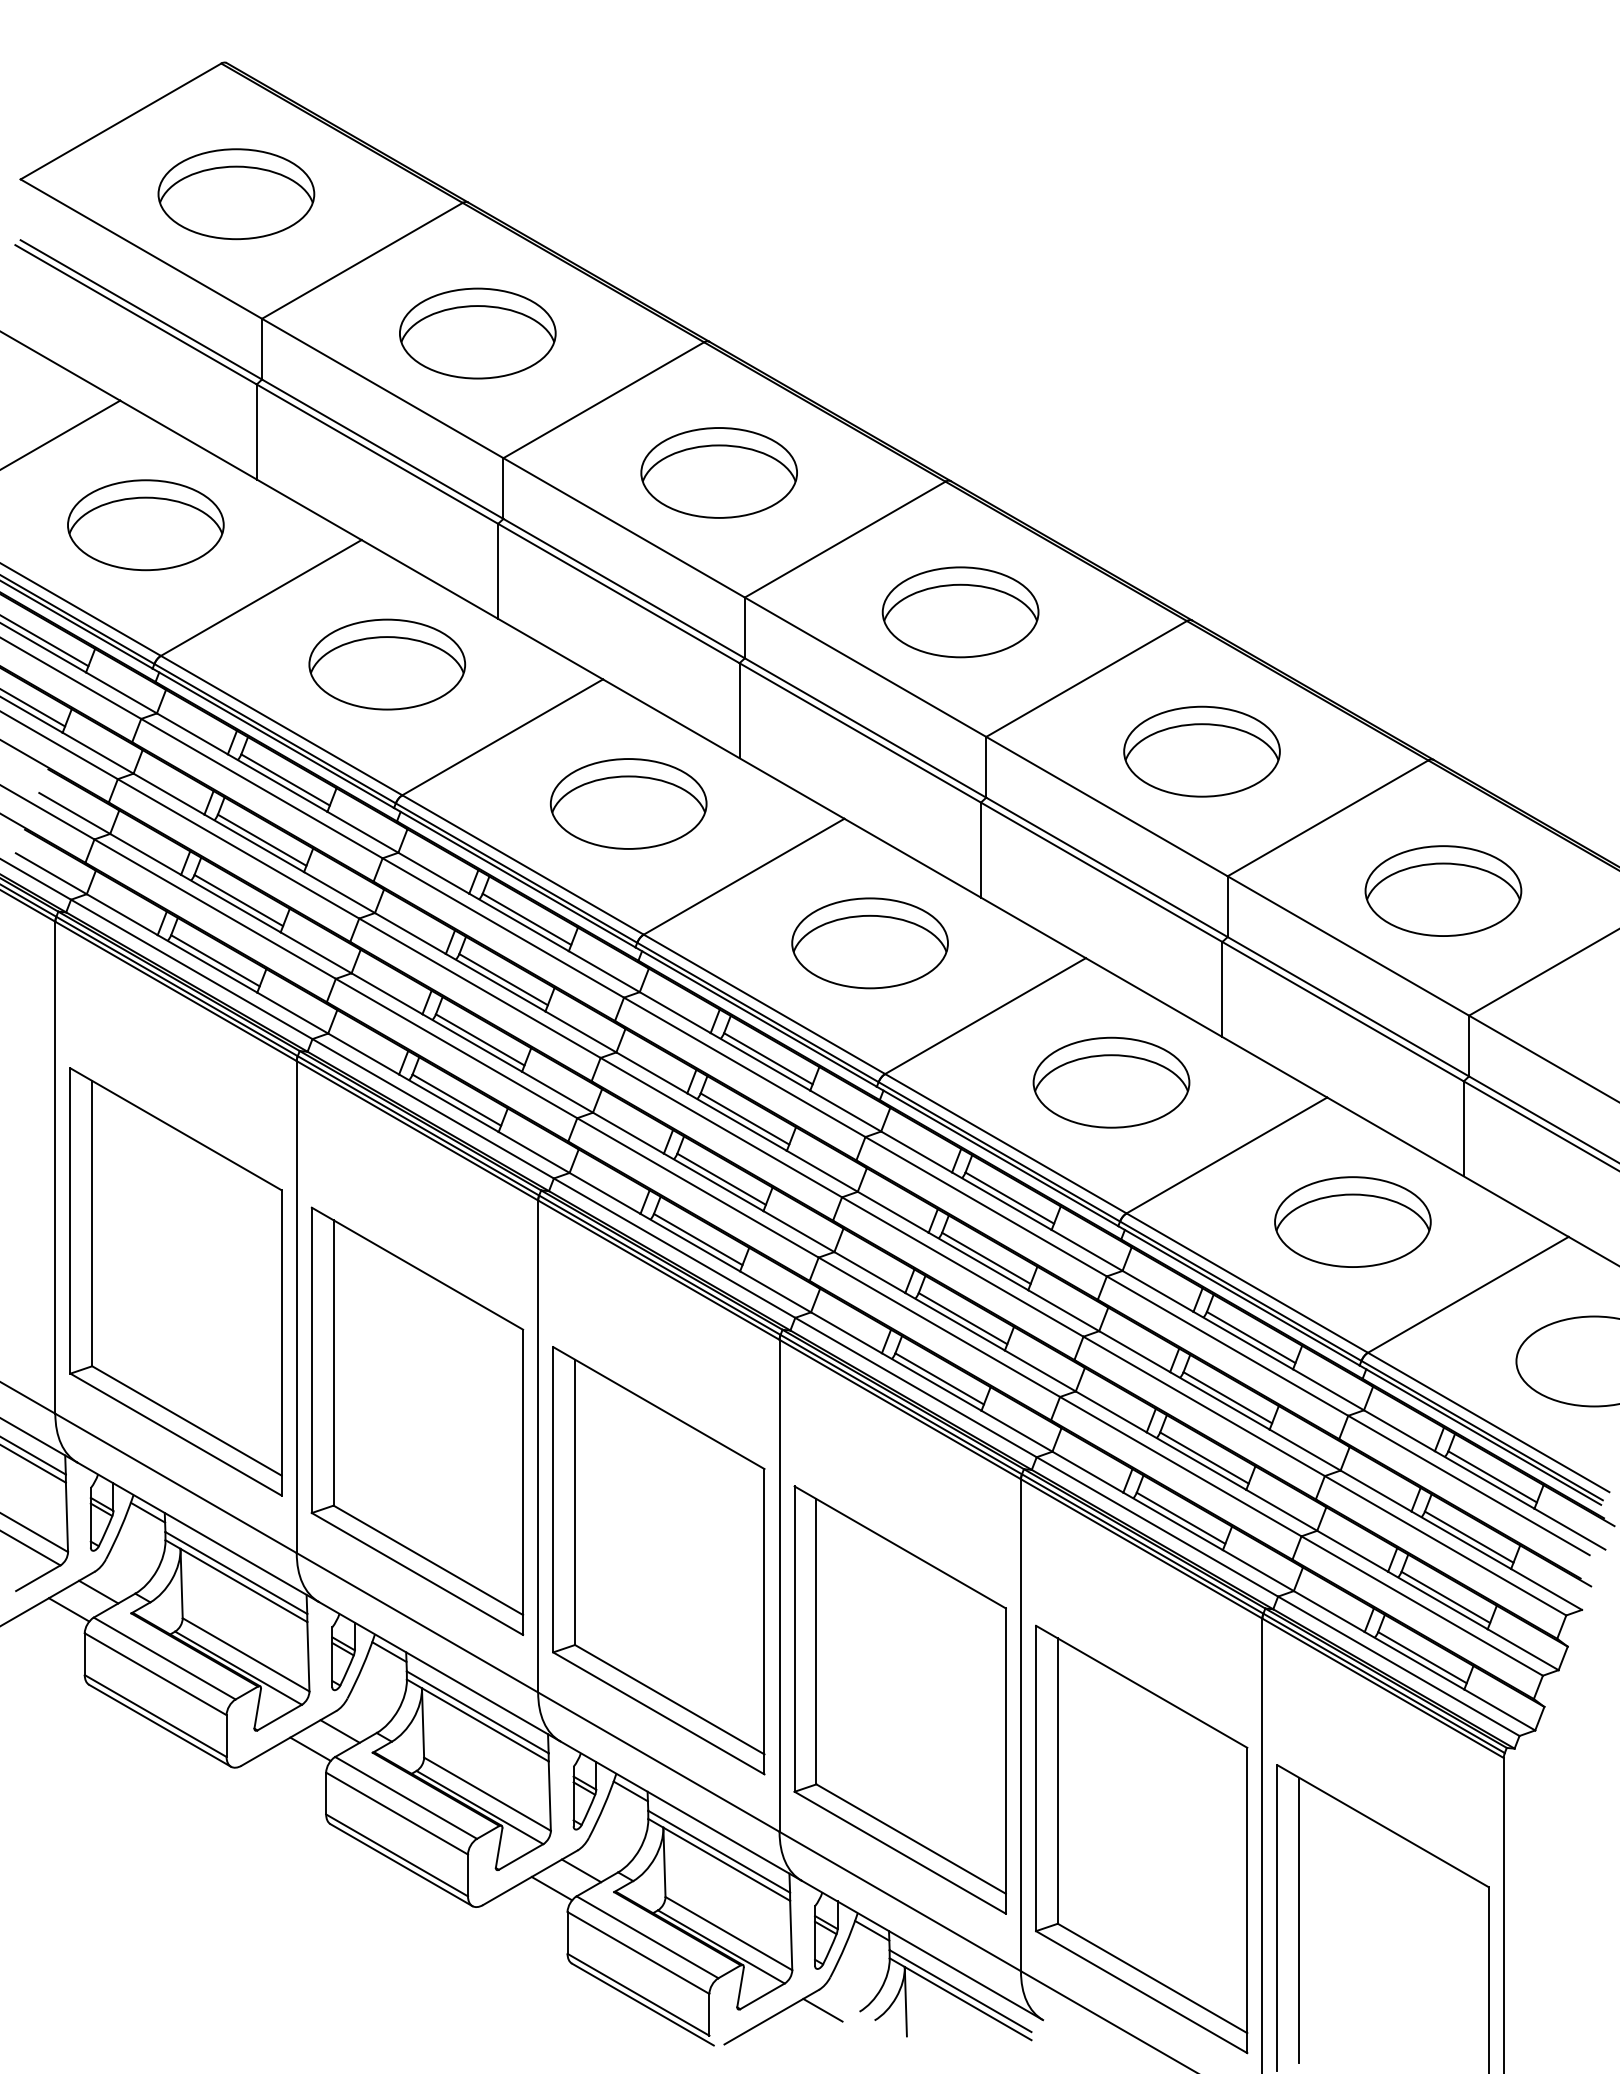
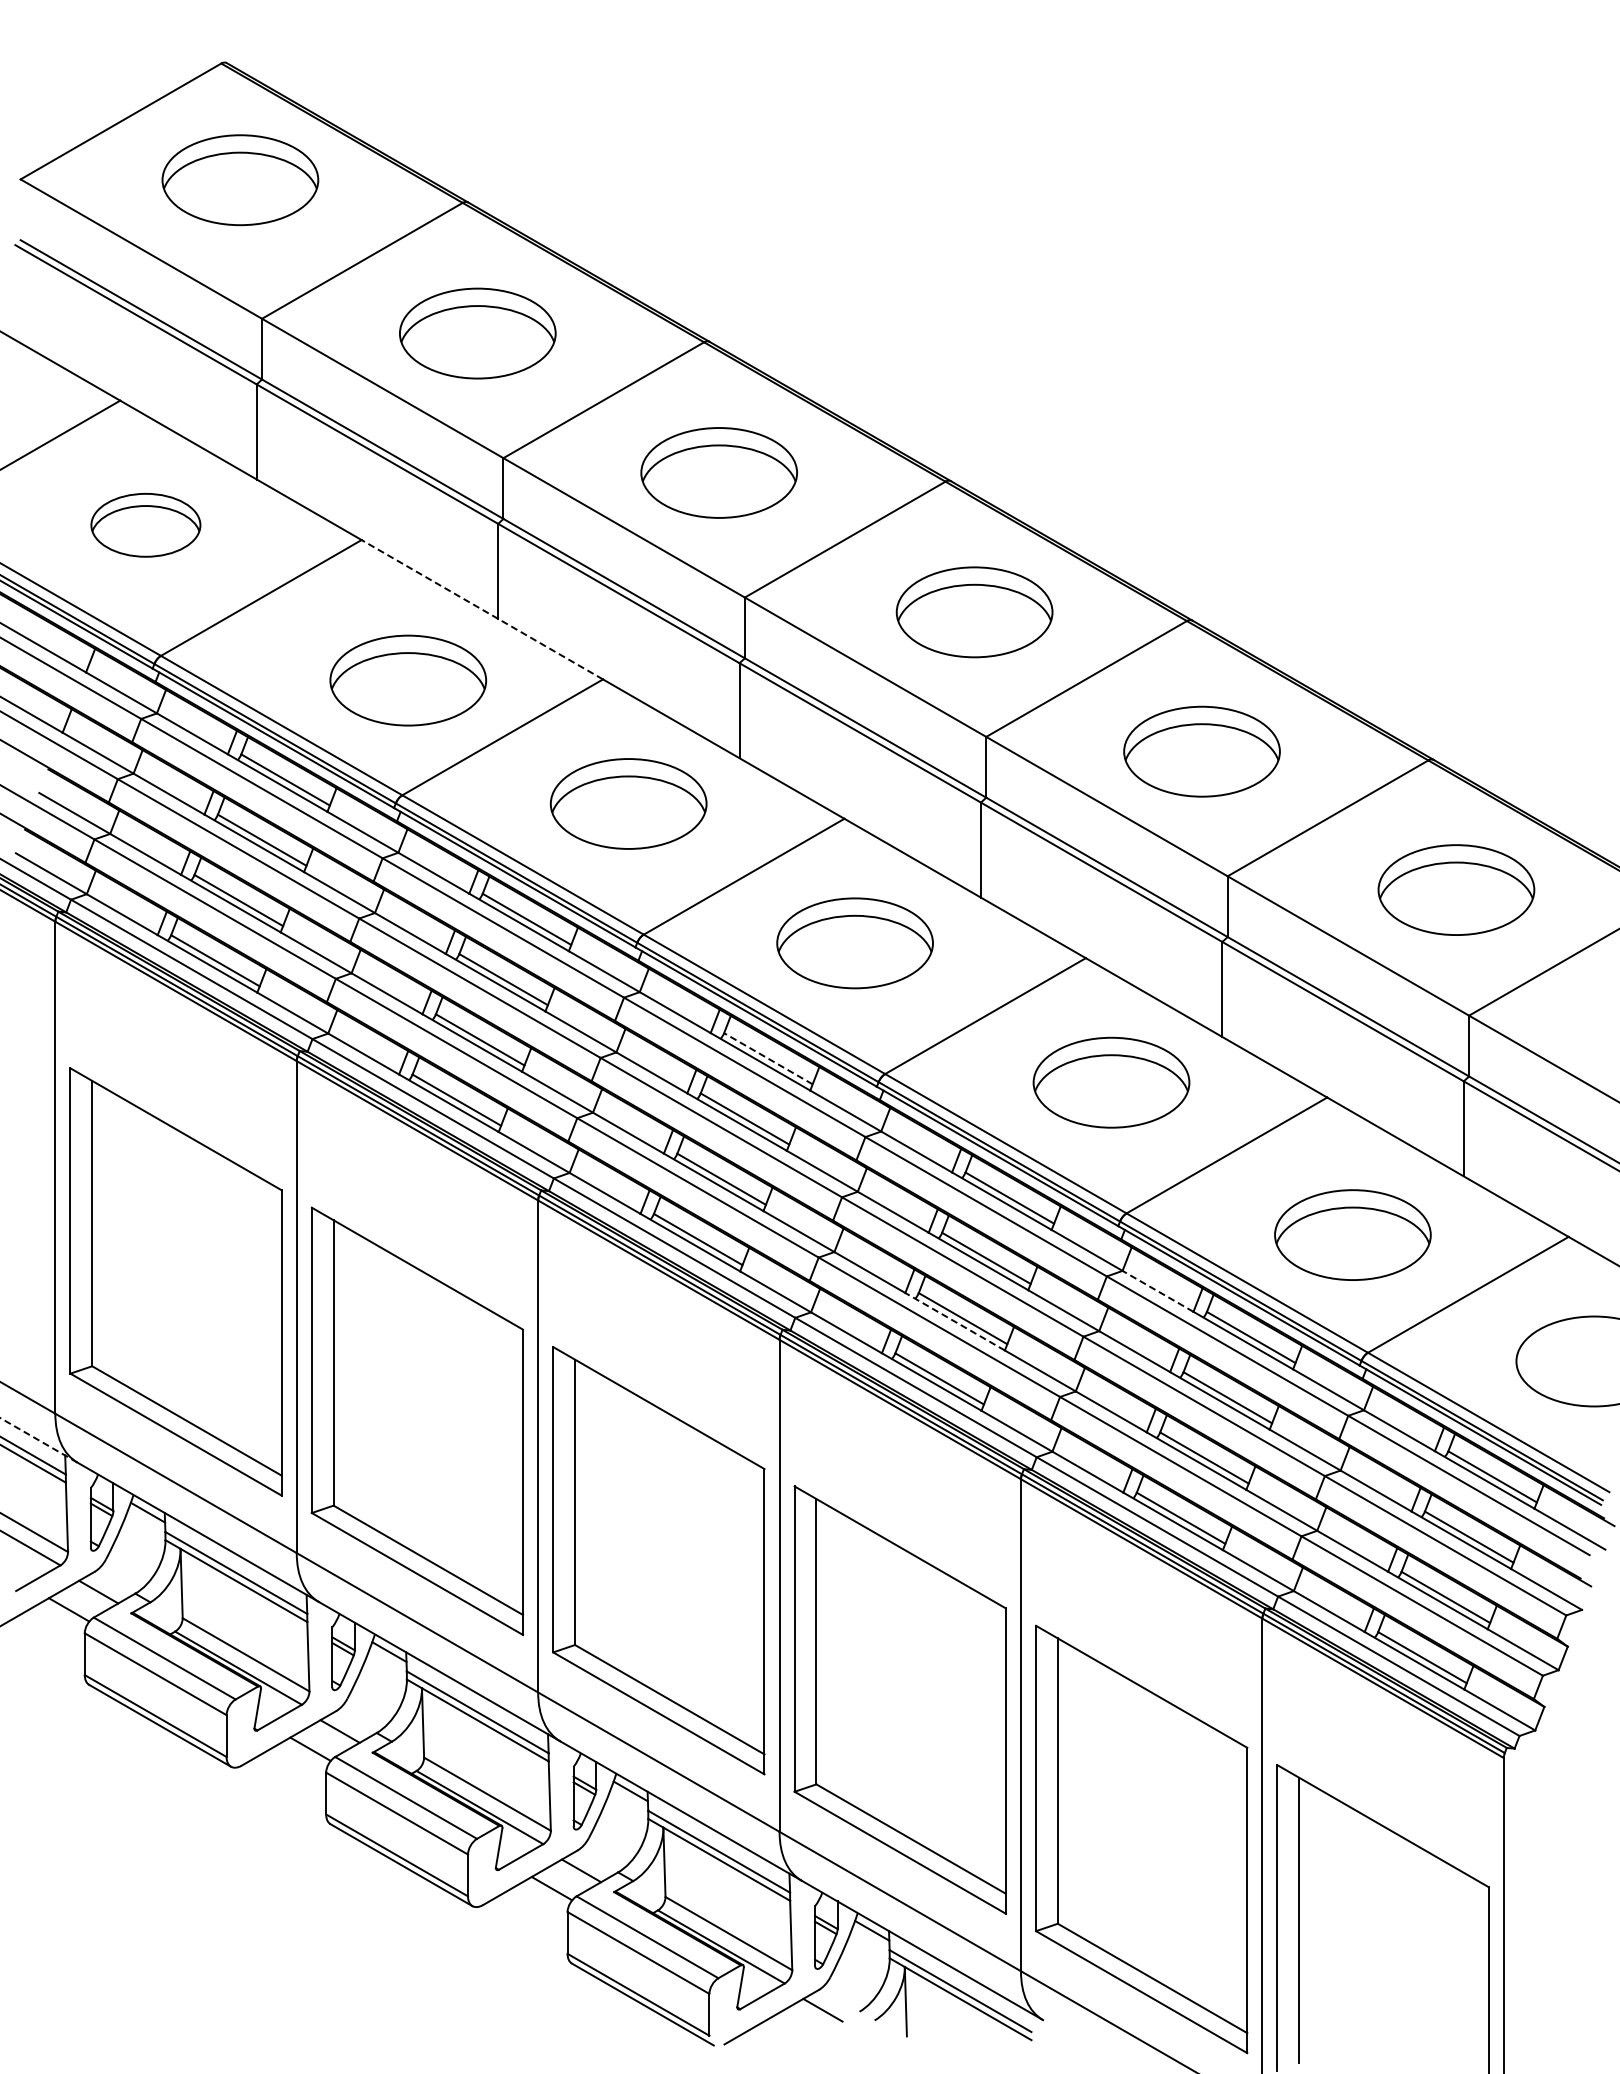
part at (236, 194) position: (236, 194) -> (240, 180)
part at (145, 525) size: 158x93 px -> 112x65 px
line at (481, 609): solid -> dashed
part at (960, 612) position: (960, 612) -> (974, 612)
line at (45, 641): present -> none
part at (387, 664) position: (387, 664) -> (408, 680)
line at (33, 708): present -> none
part at (1443, 890) position: (1443, 890) -> (1456, 889)
part at (869, 943) position: (869, 943) -> (854, 943)
line at (767, 1058): solid -> dashed
part at (1352, 1221) position: (1352, 1221) -> (1352, 1234)
line at (1158, 1291): solid -> dashed
line at (954, 1321): solid -> dashed
line at (38, 1440): solid -> dashed
